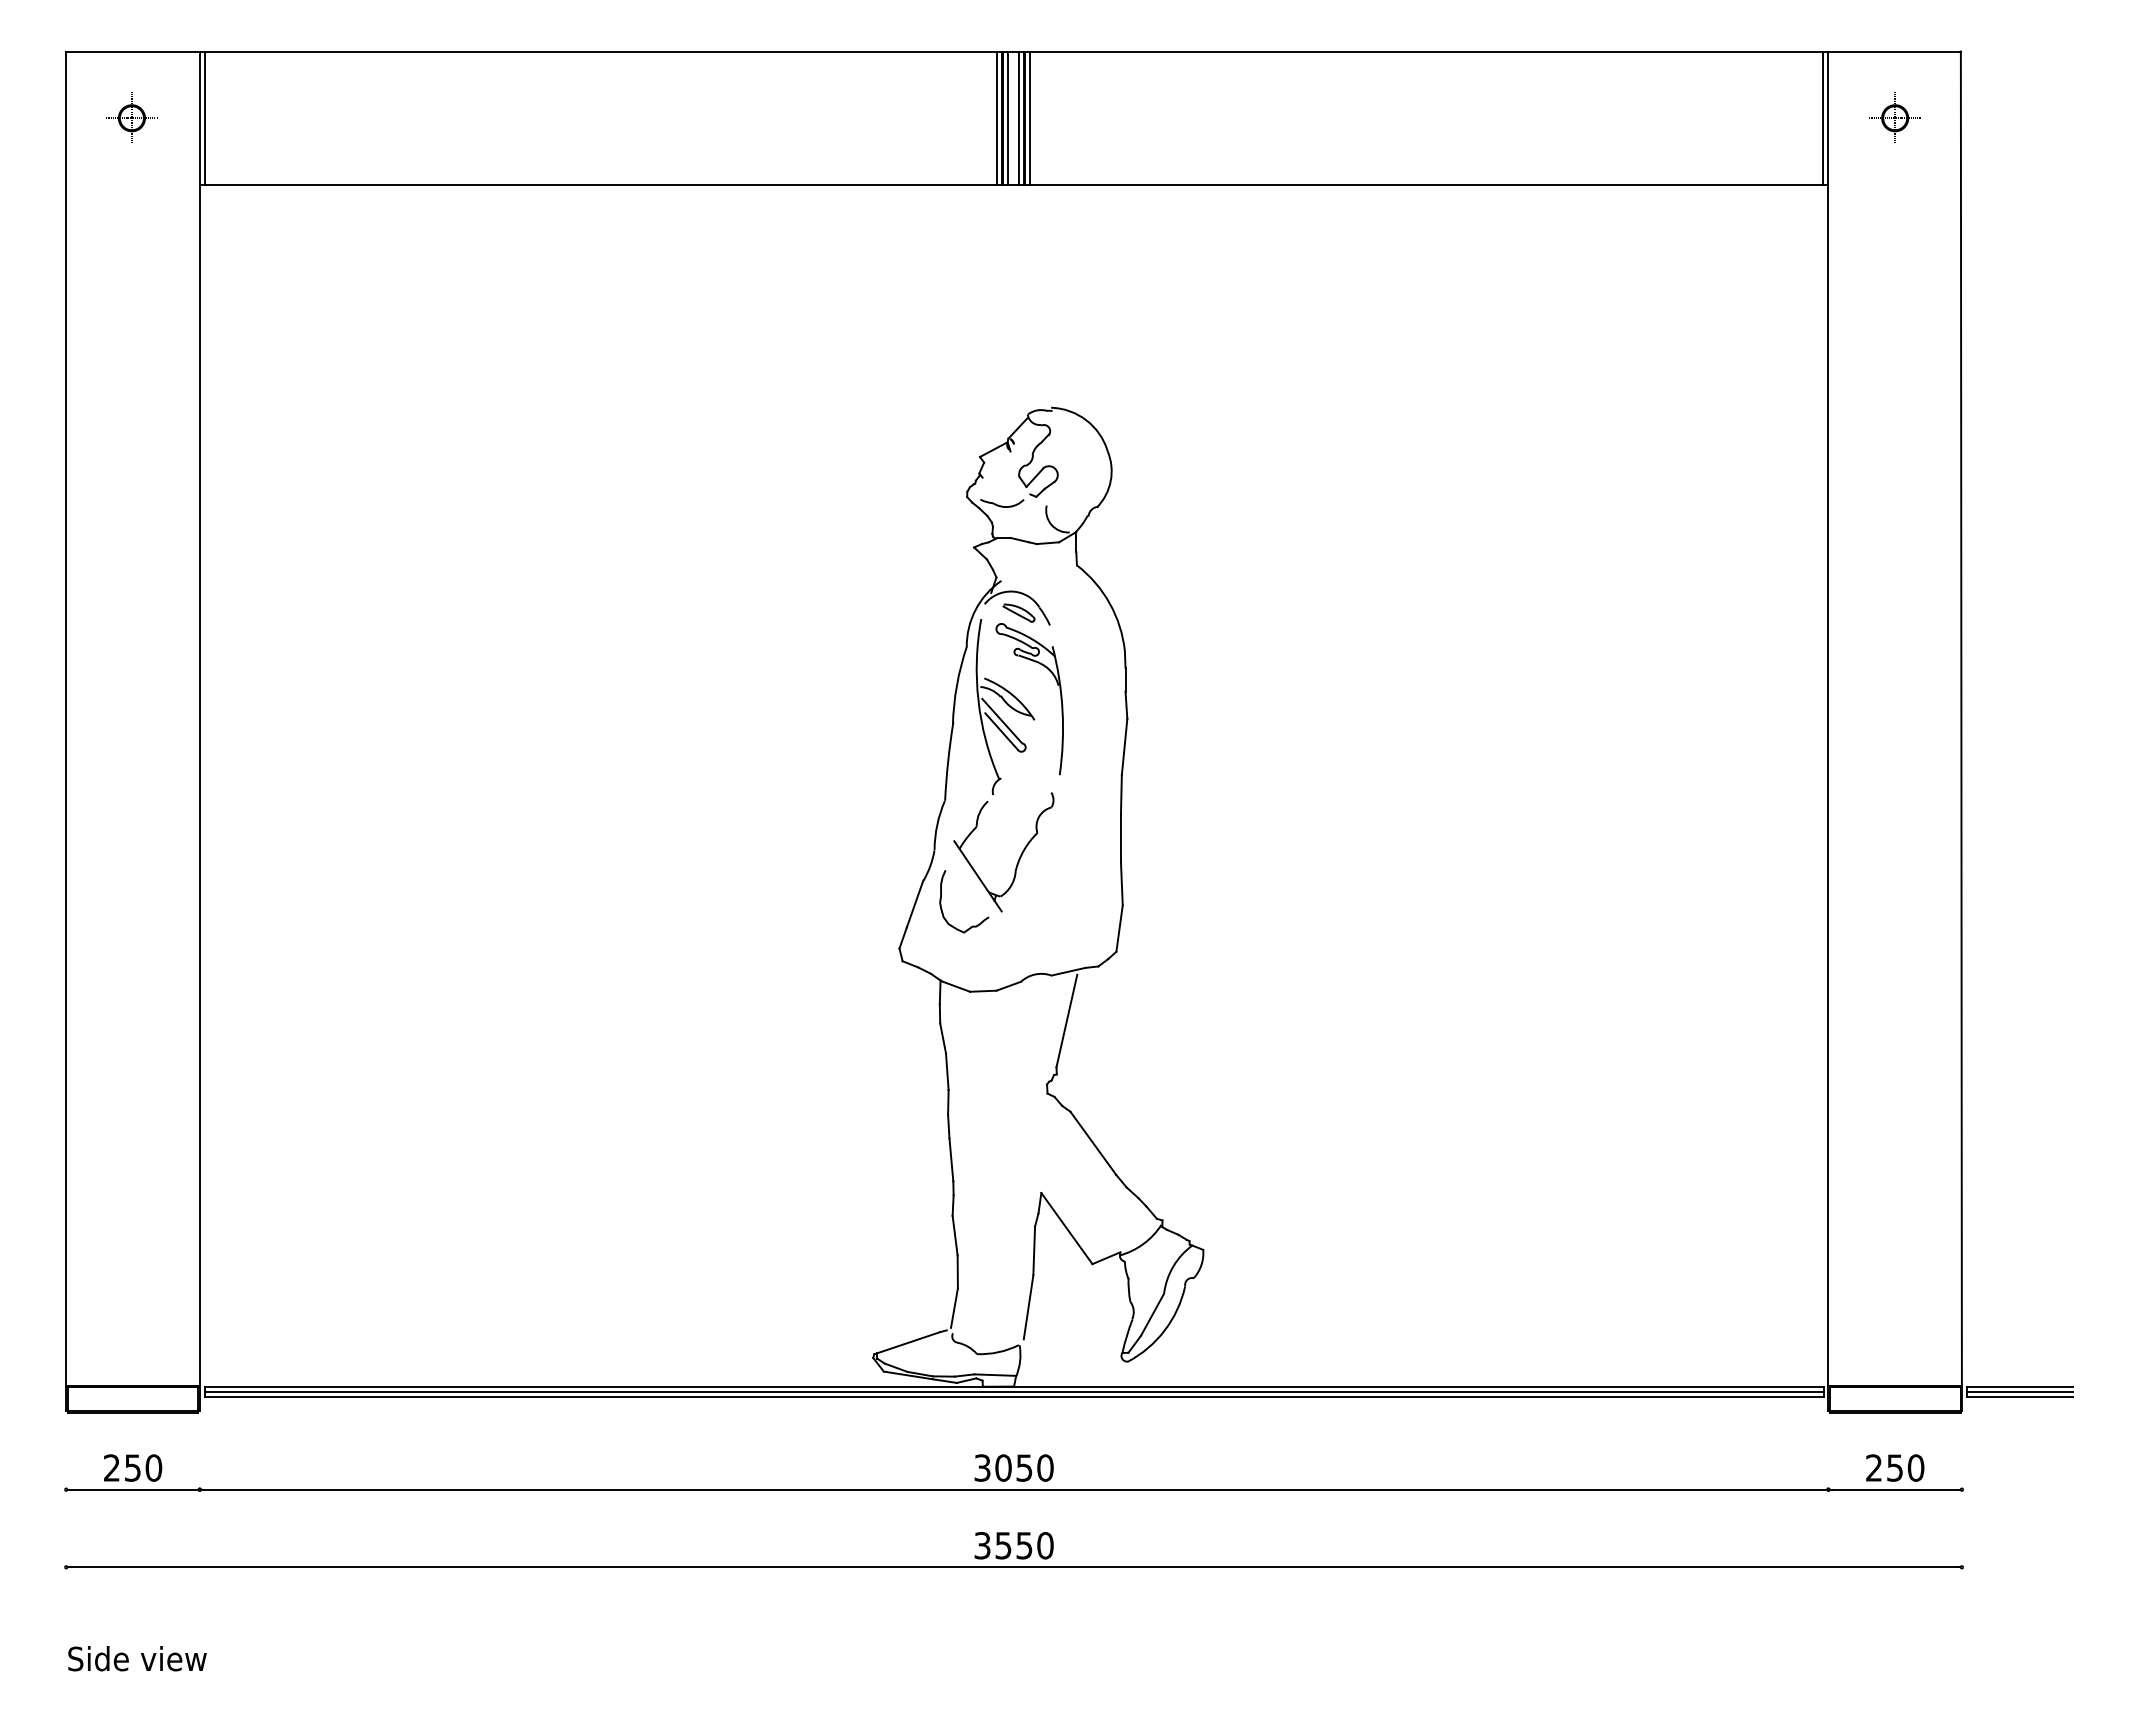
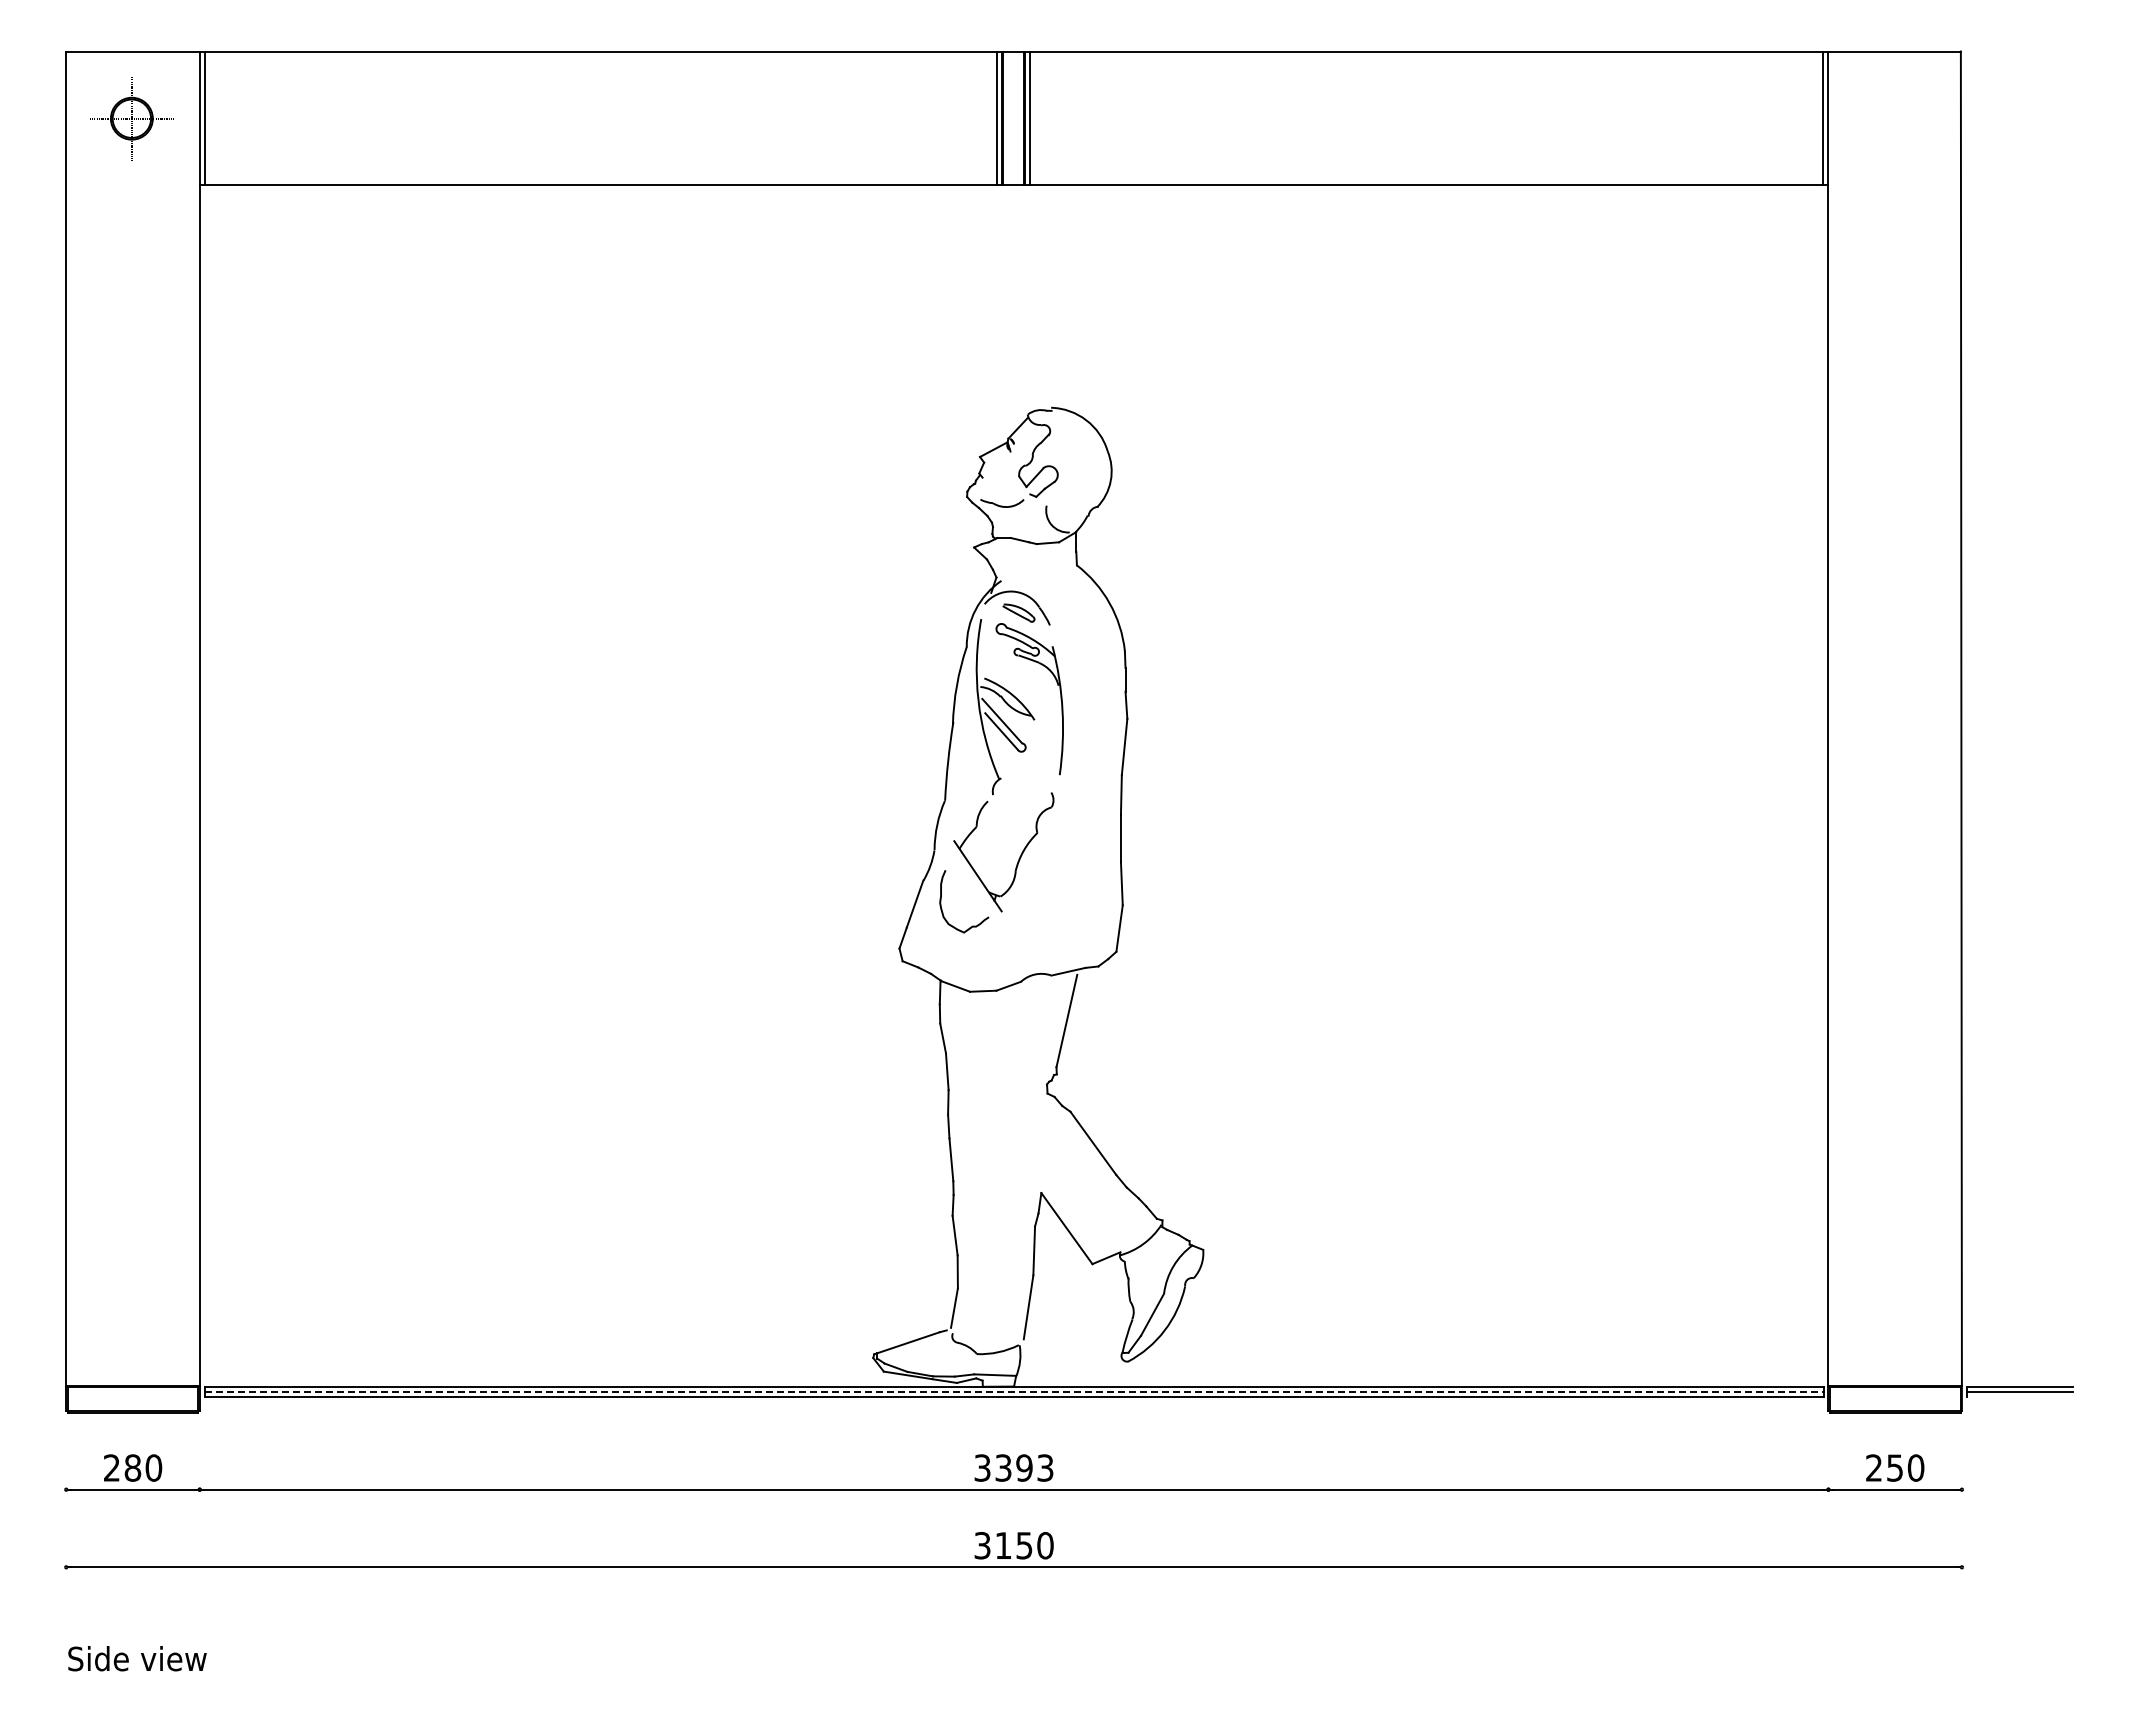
part at (131, 117) size: 52x51 px -> 84x84 px
part at (1894, 117): present -> none
line at (1008, 118): present -> none
line at (1018, 118): present -> none
line at (1014, 1391): solid -> dashed
line at (2019, 1397): present -> none
text at (132, 1467): 250 -> 280
text at (1024, 1467): 3050 -> 3393
text at (1003, 1545): 3550 -> 3150
